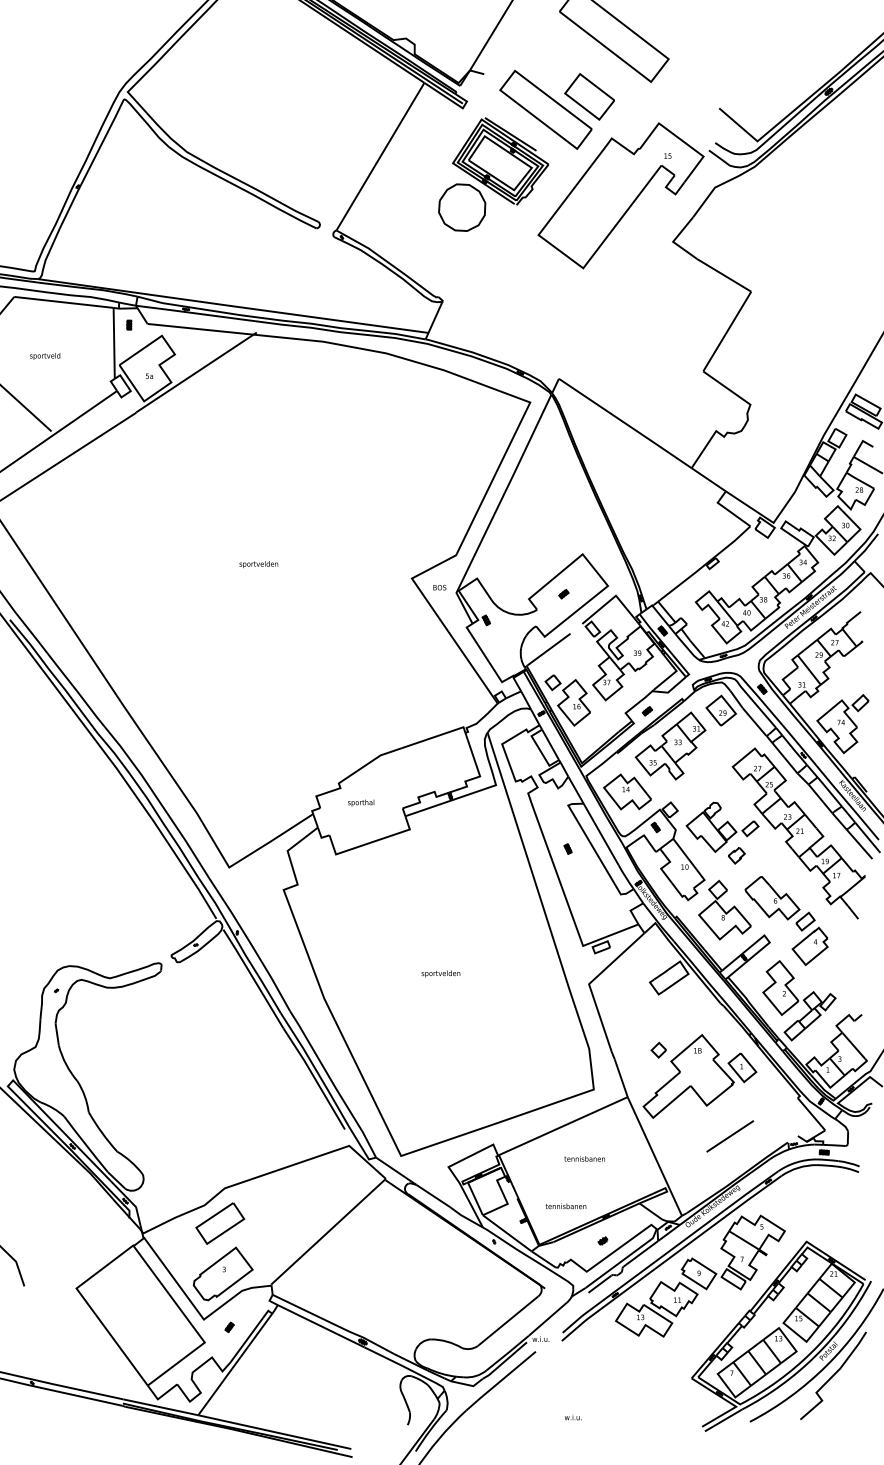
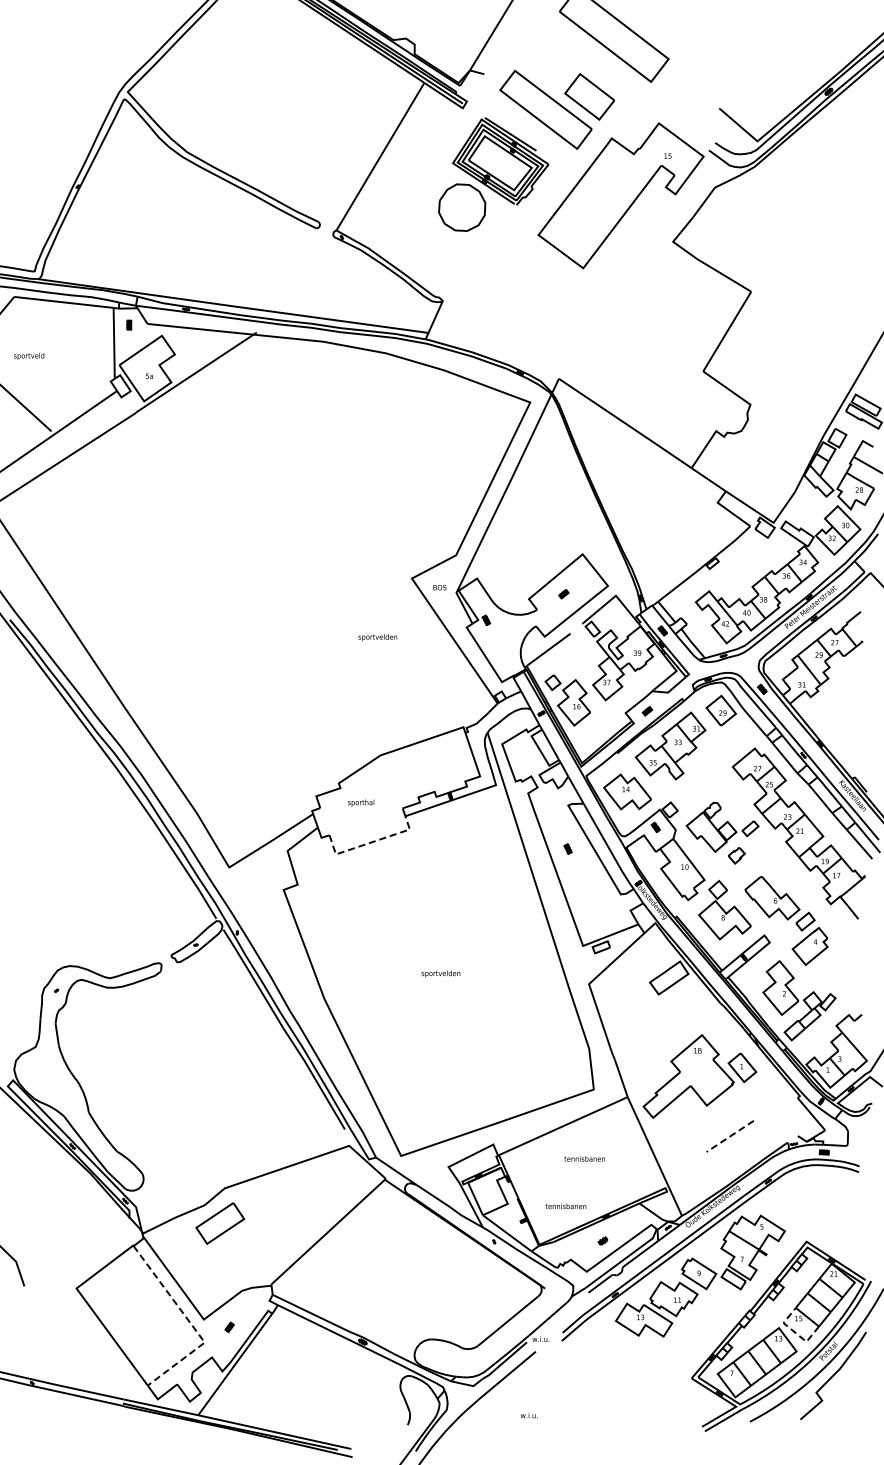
text at (45, 356) position: (45, 356) -> (29, 356)
text at (258, 564) position: (258, 564) -> (377, 637)
part at (842, 724): present -> none
line at (370, 842): solid -> dashed
part at (658, 1049): present -> none
line at (729, 1136): solid -> dashed
part at (222, 1273): present -> none
line at (191, 1324): solid -> dashed
line at (795, 1332): solid -> dashed
text at (572, 1417) position: (572, 1417) -> (528, 1415)
